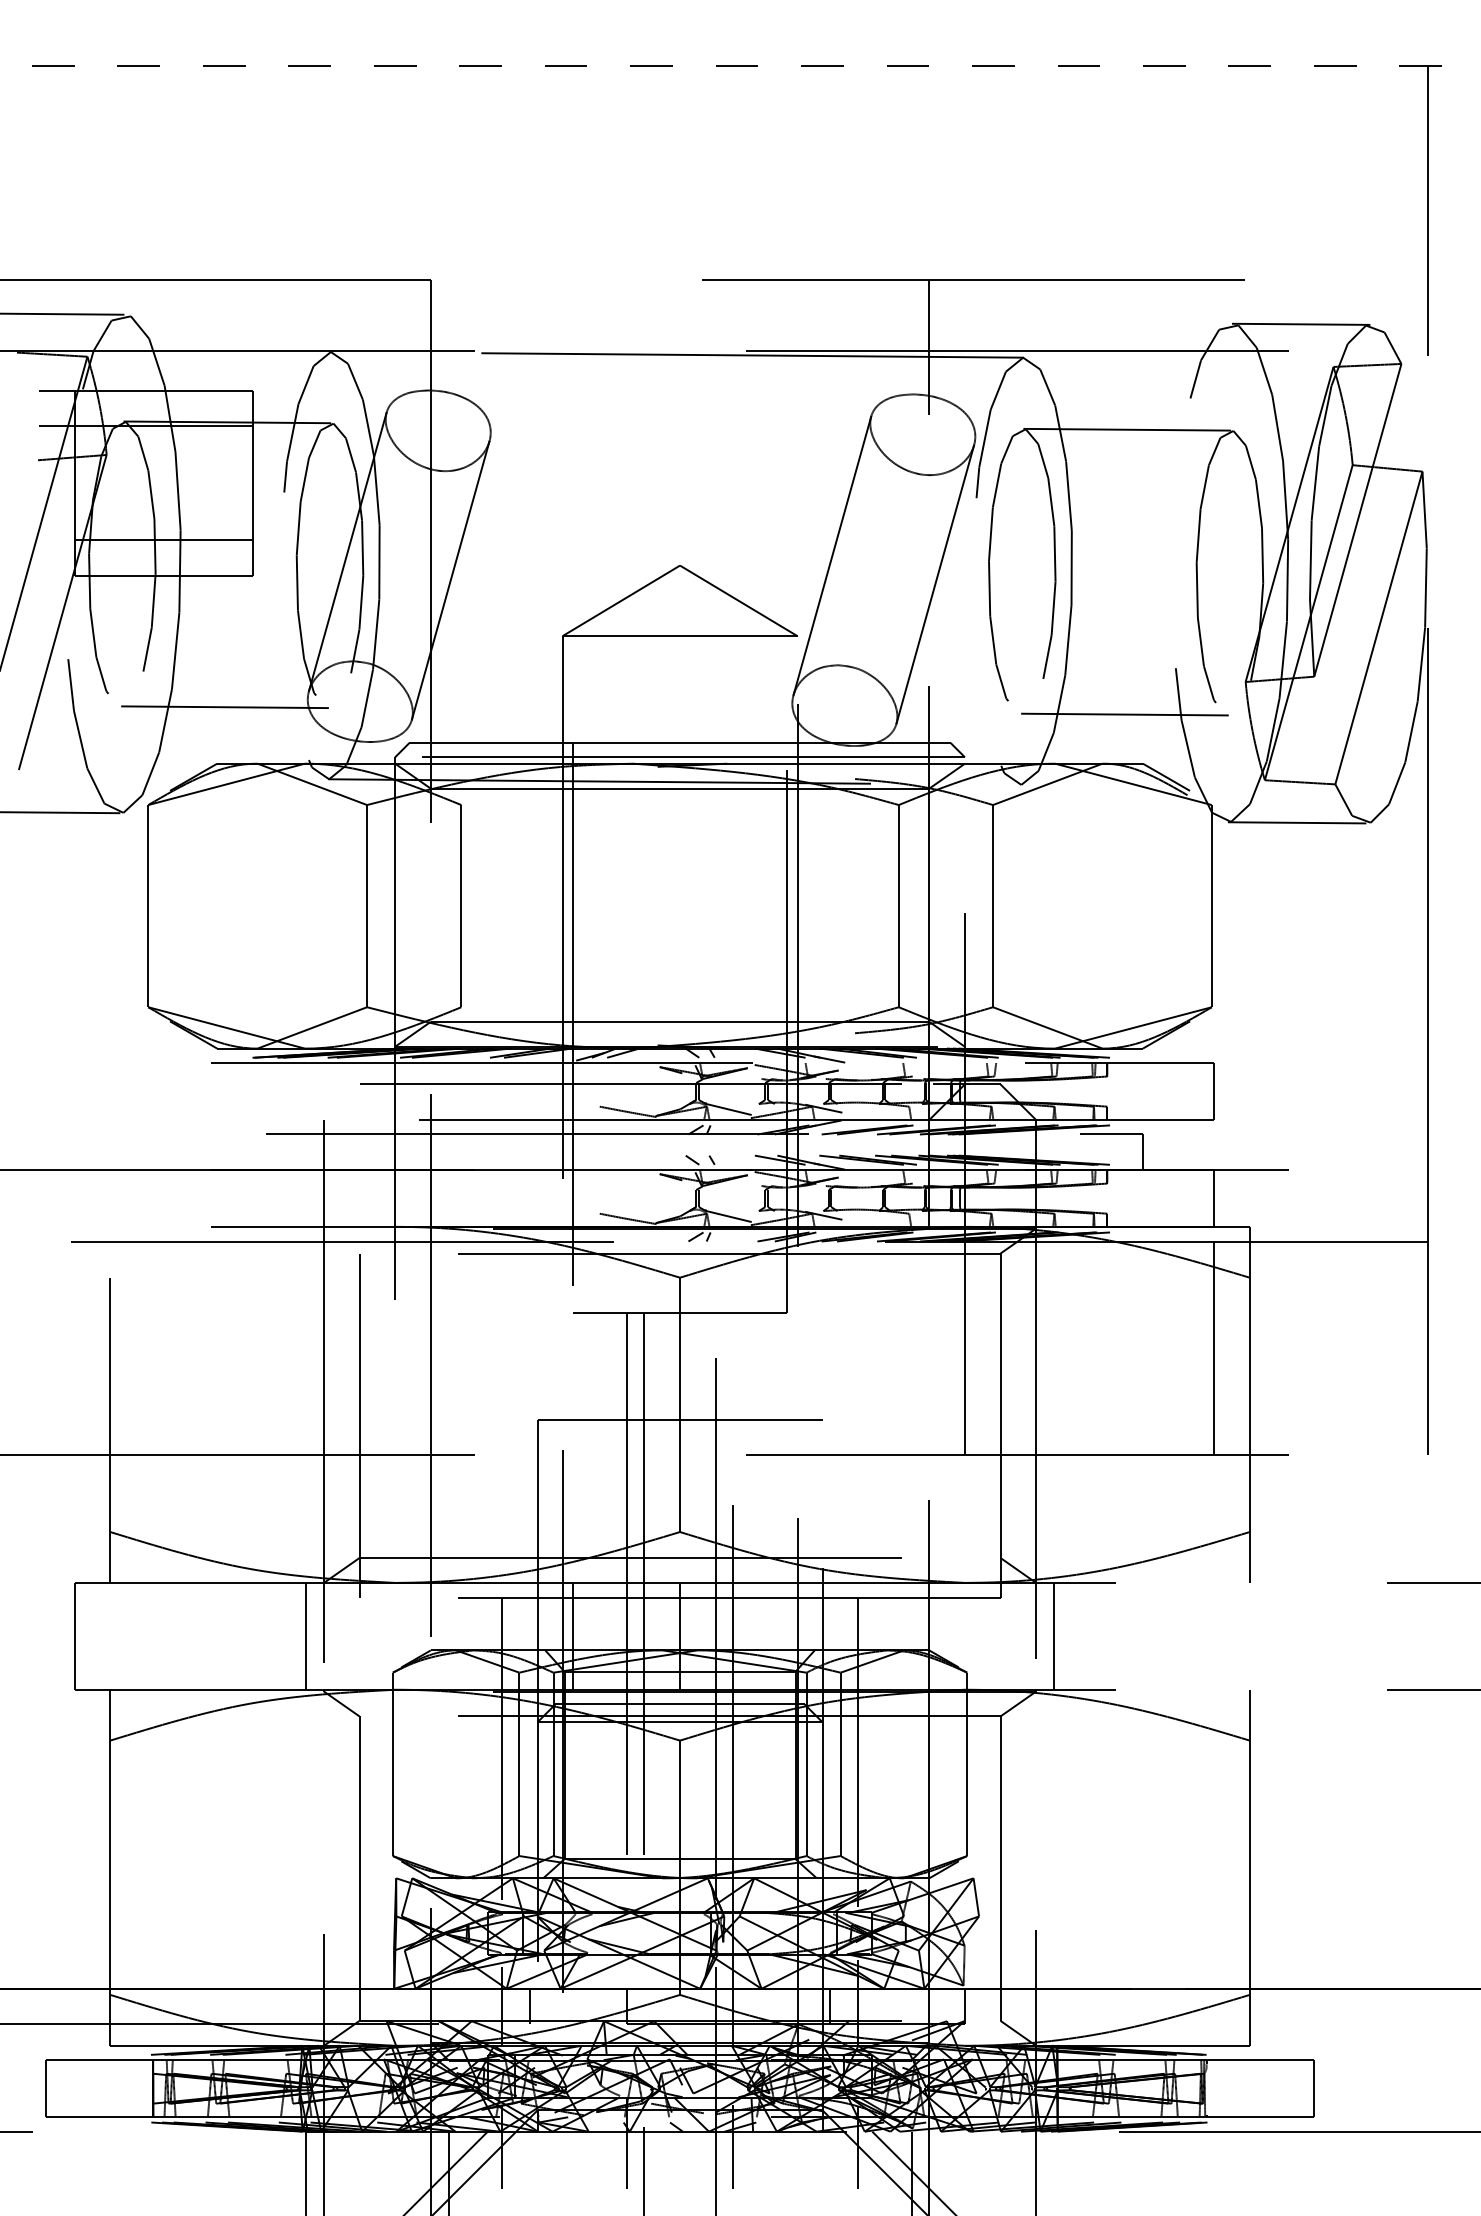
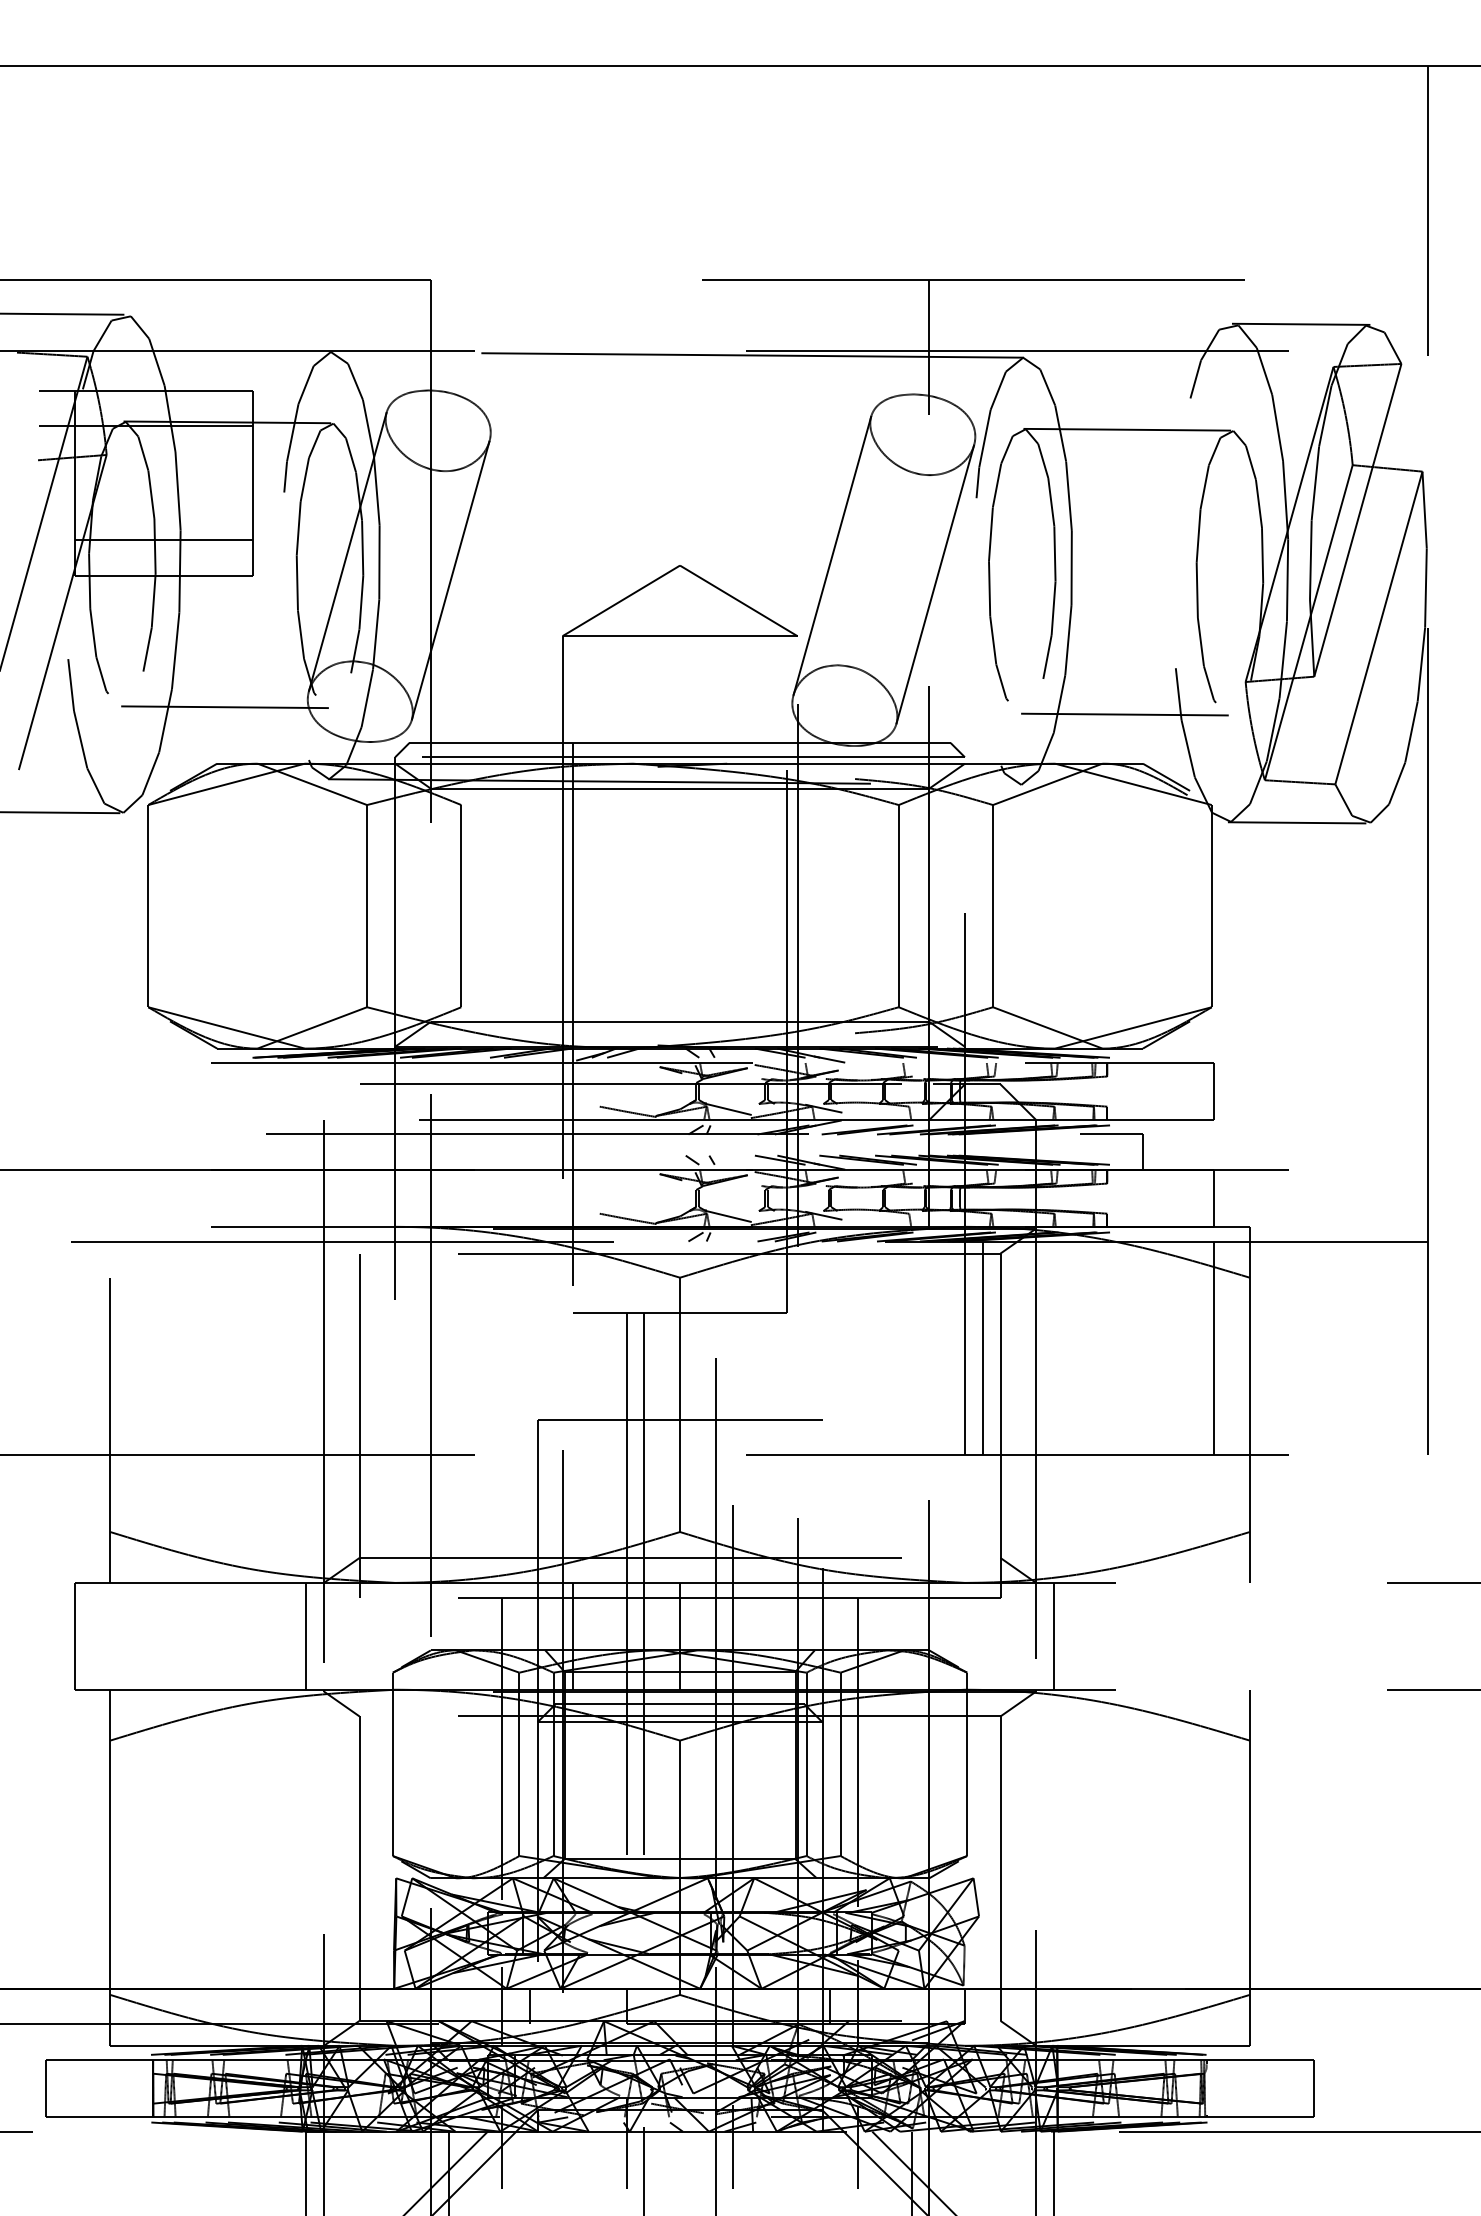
line at (739, 66): dashed -> solid
line at (982, 1348): none -> present
line at (1053, 2171): none -> present
